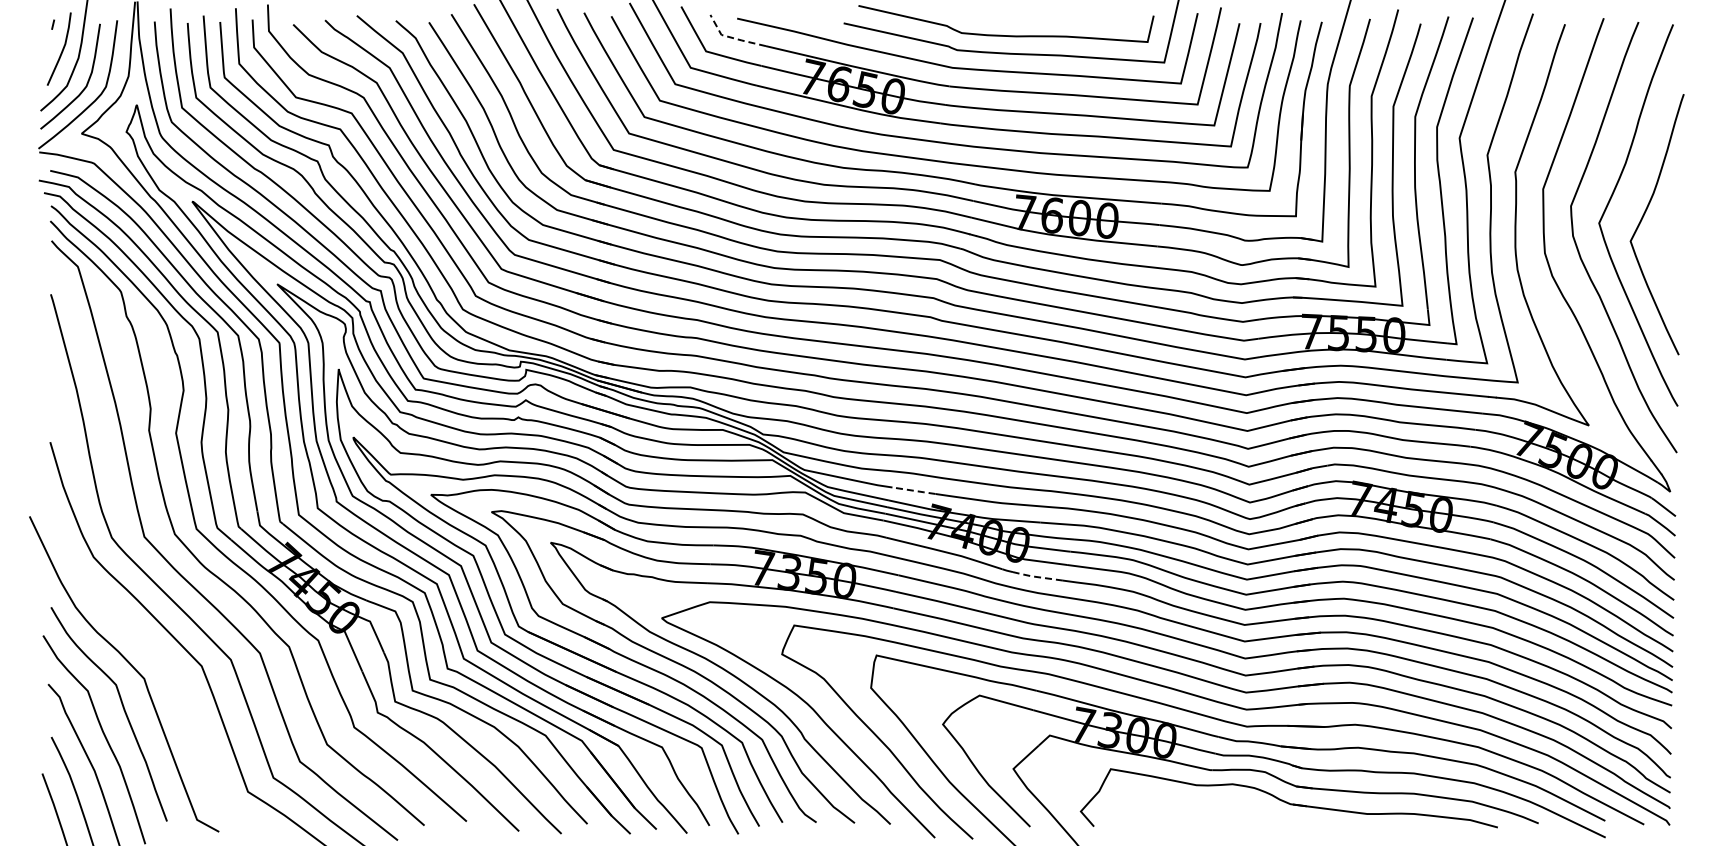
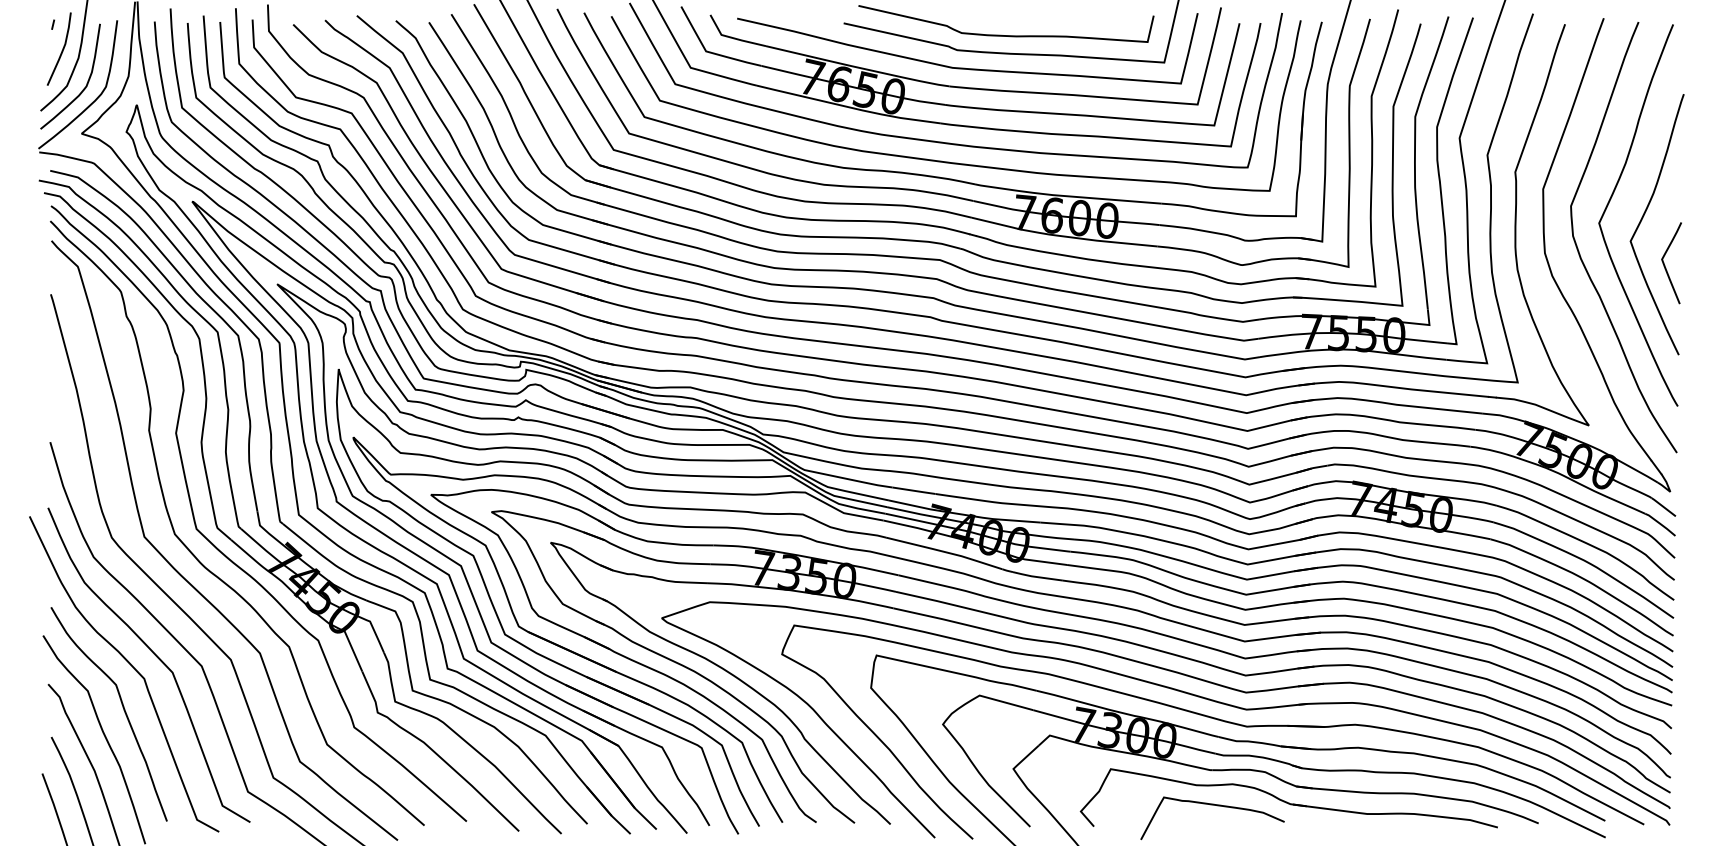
line at (732, 37): dashed -> solid
curve at (1665, 265): none -> present
line at (914, 490): dashed -> solid
line at (1036, 576): dashed -> solid
curve at (155, 656): none -> present
curve at (1212, 805): none -> present
